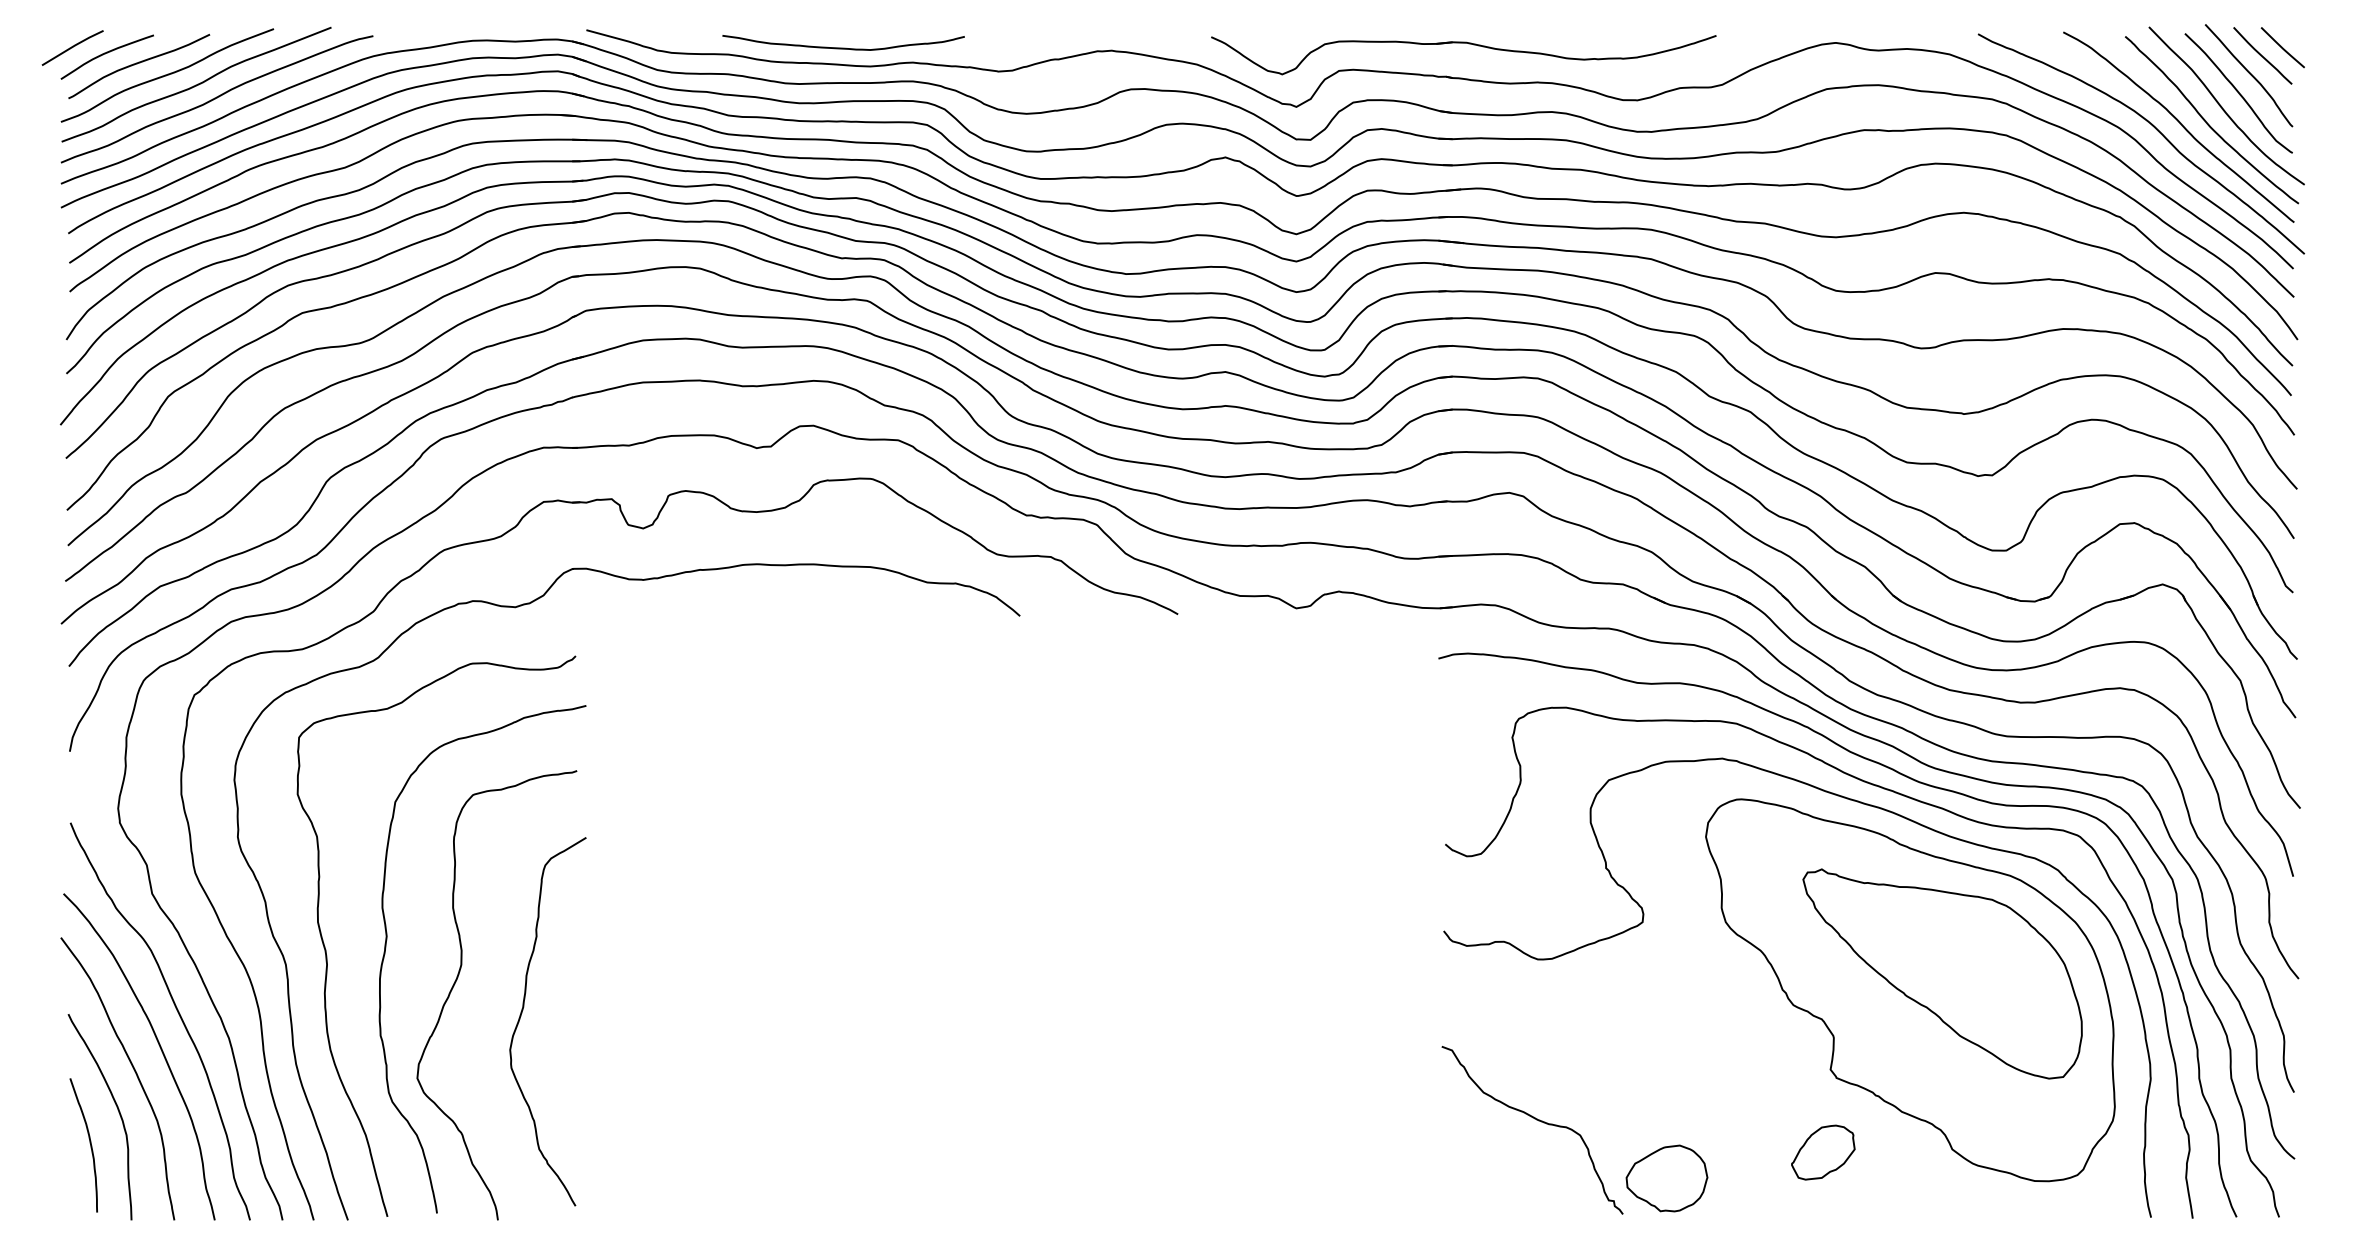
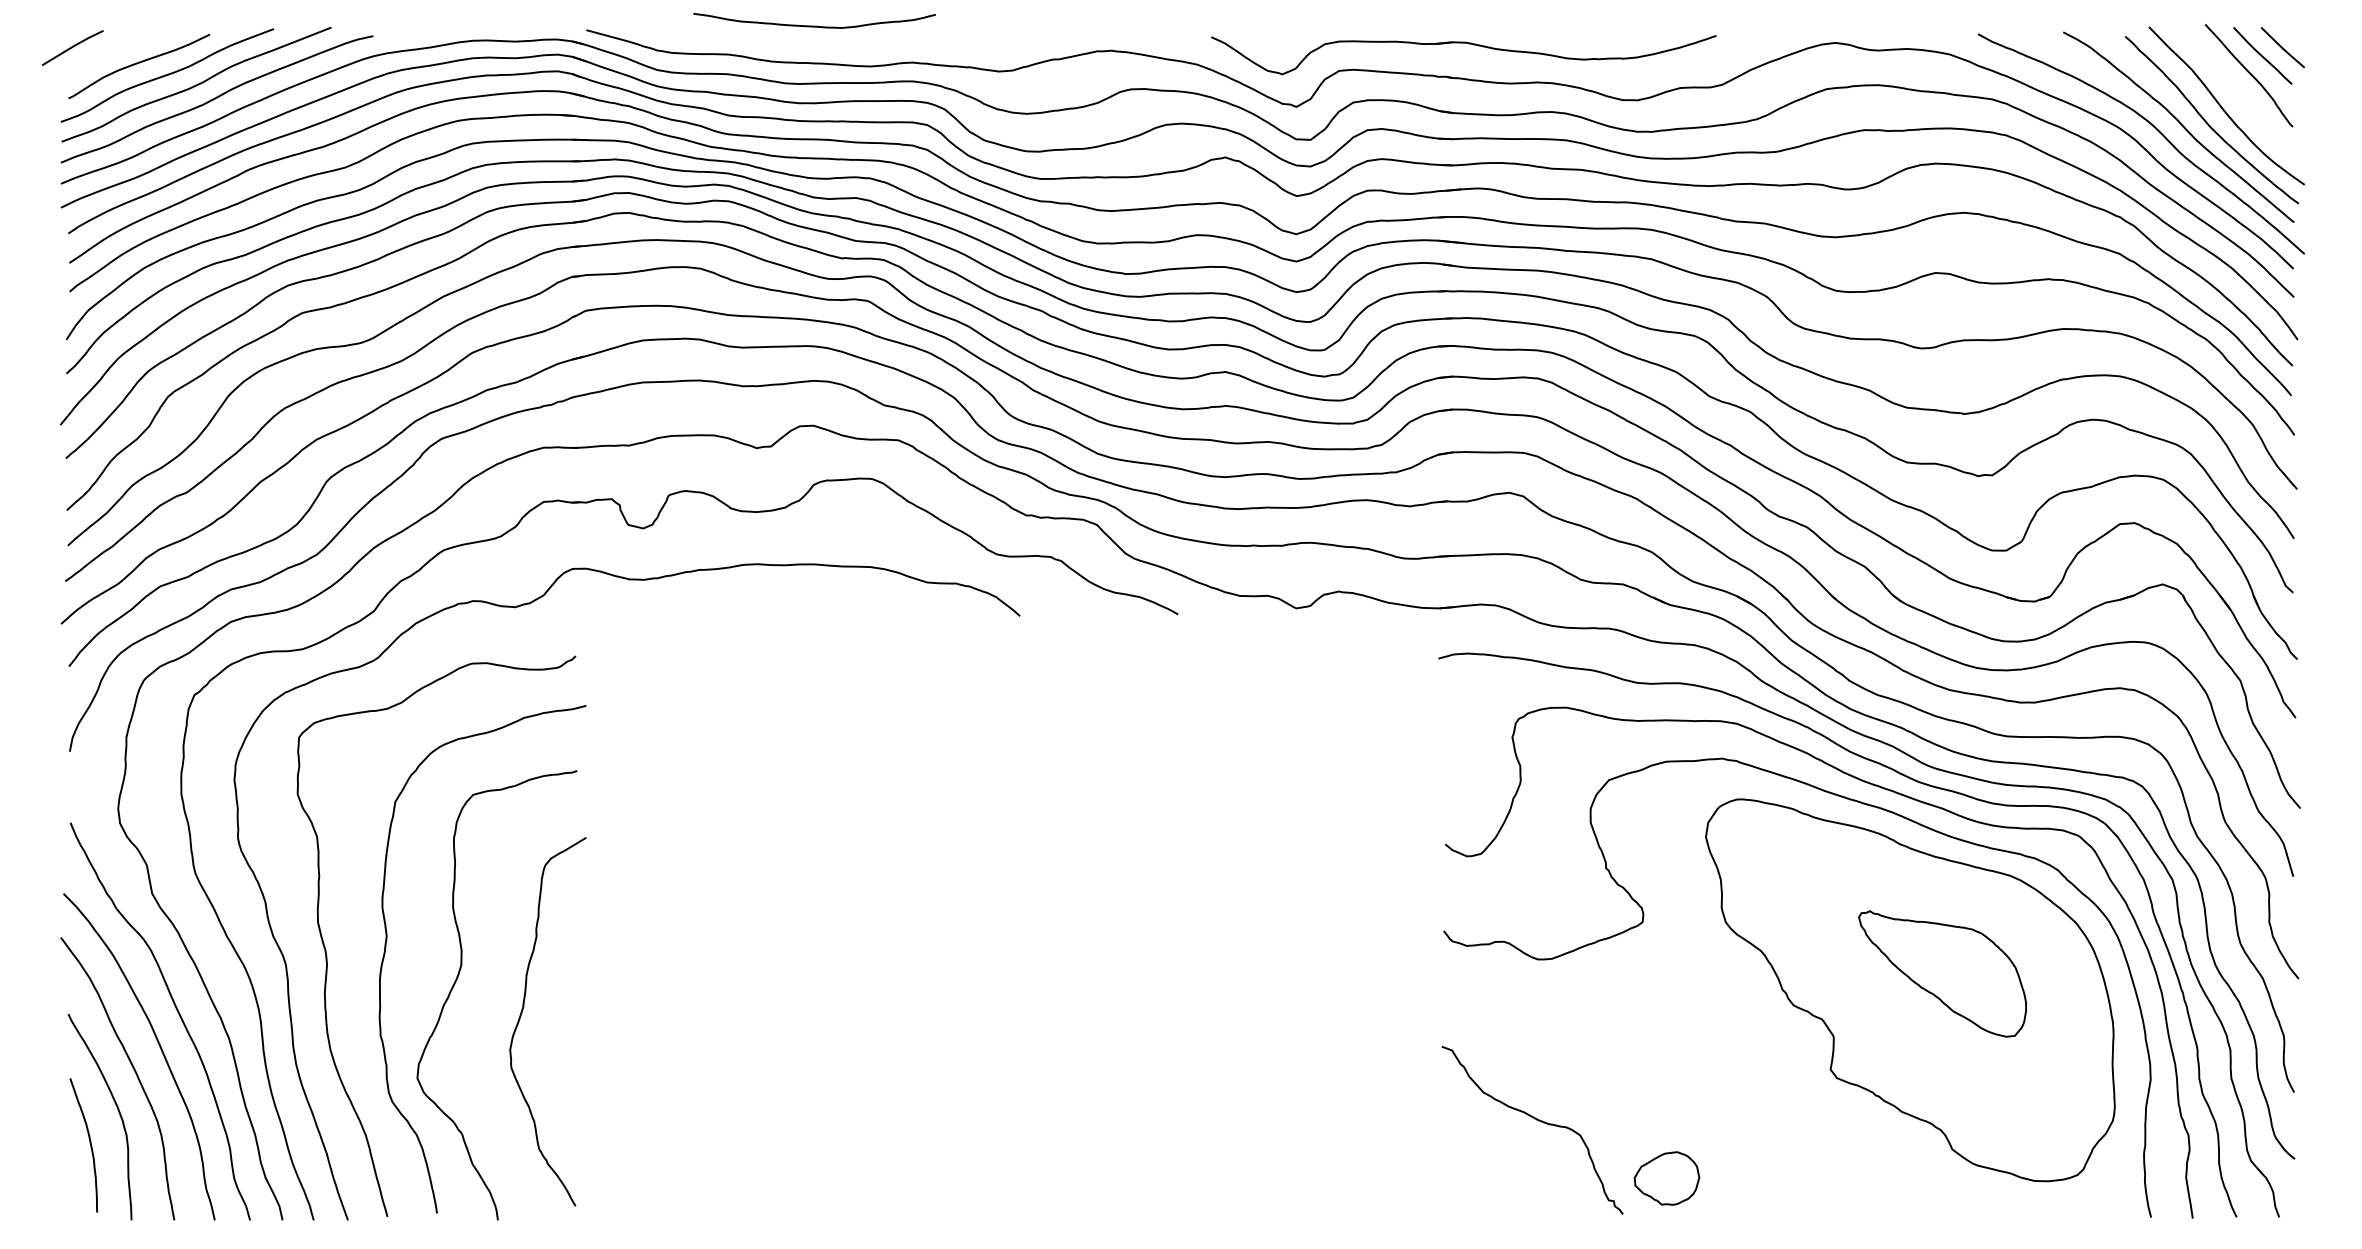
curve at (843, 47) position: (843, 47) -> (814, 25)
curve at (105, 54): present -> none
curve at (2238, 93): present -> none
part at (1942, 973) size: 281x212 px -> 169x128 px
part at (1823, 1152): present -> none
part at (1666, 1178) size: 84x69 px -> 68x55 px
